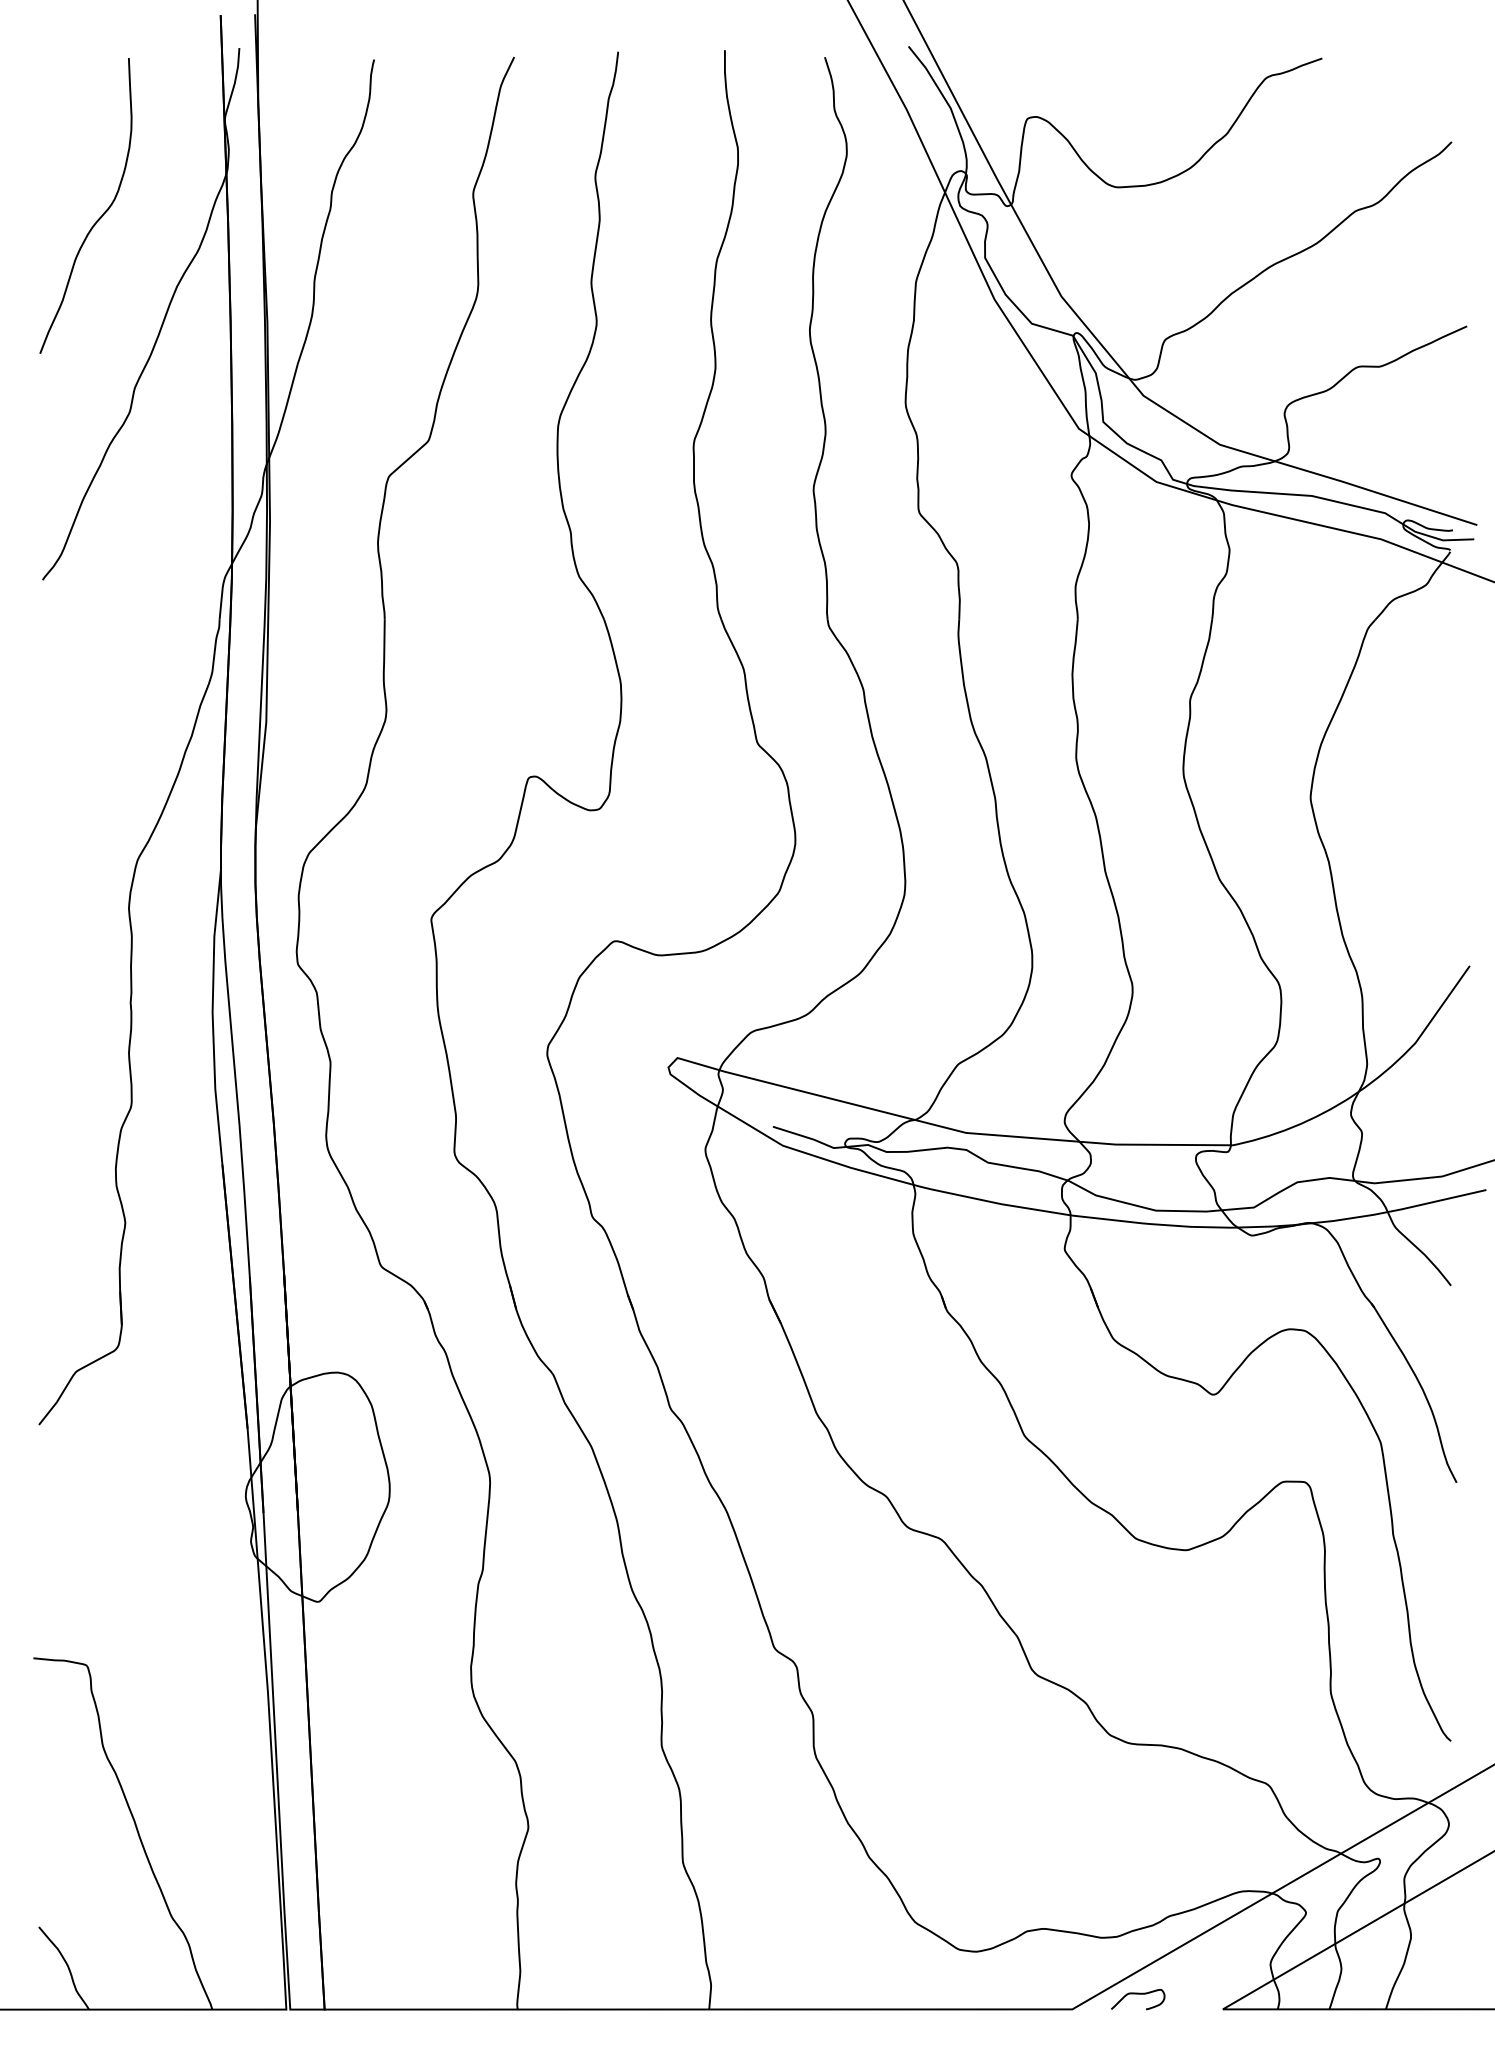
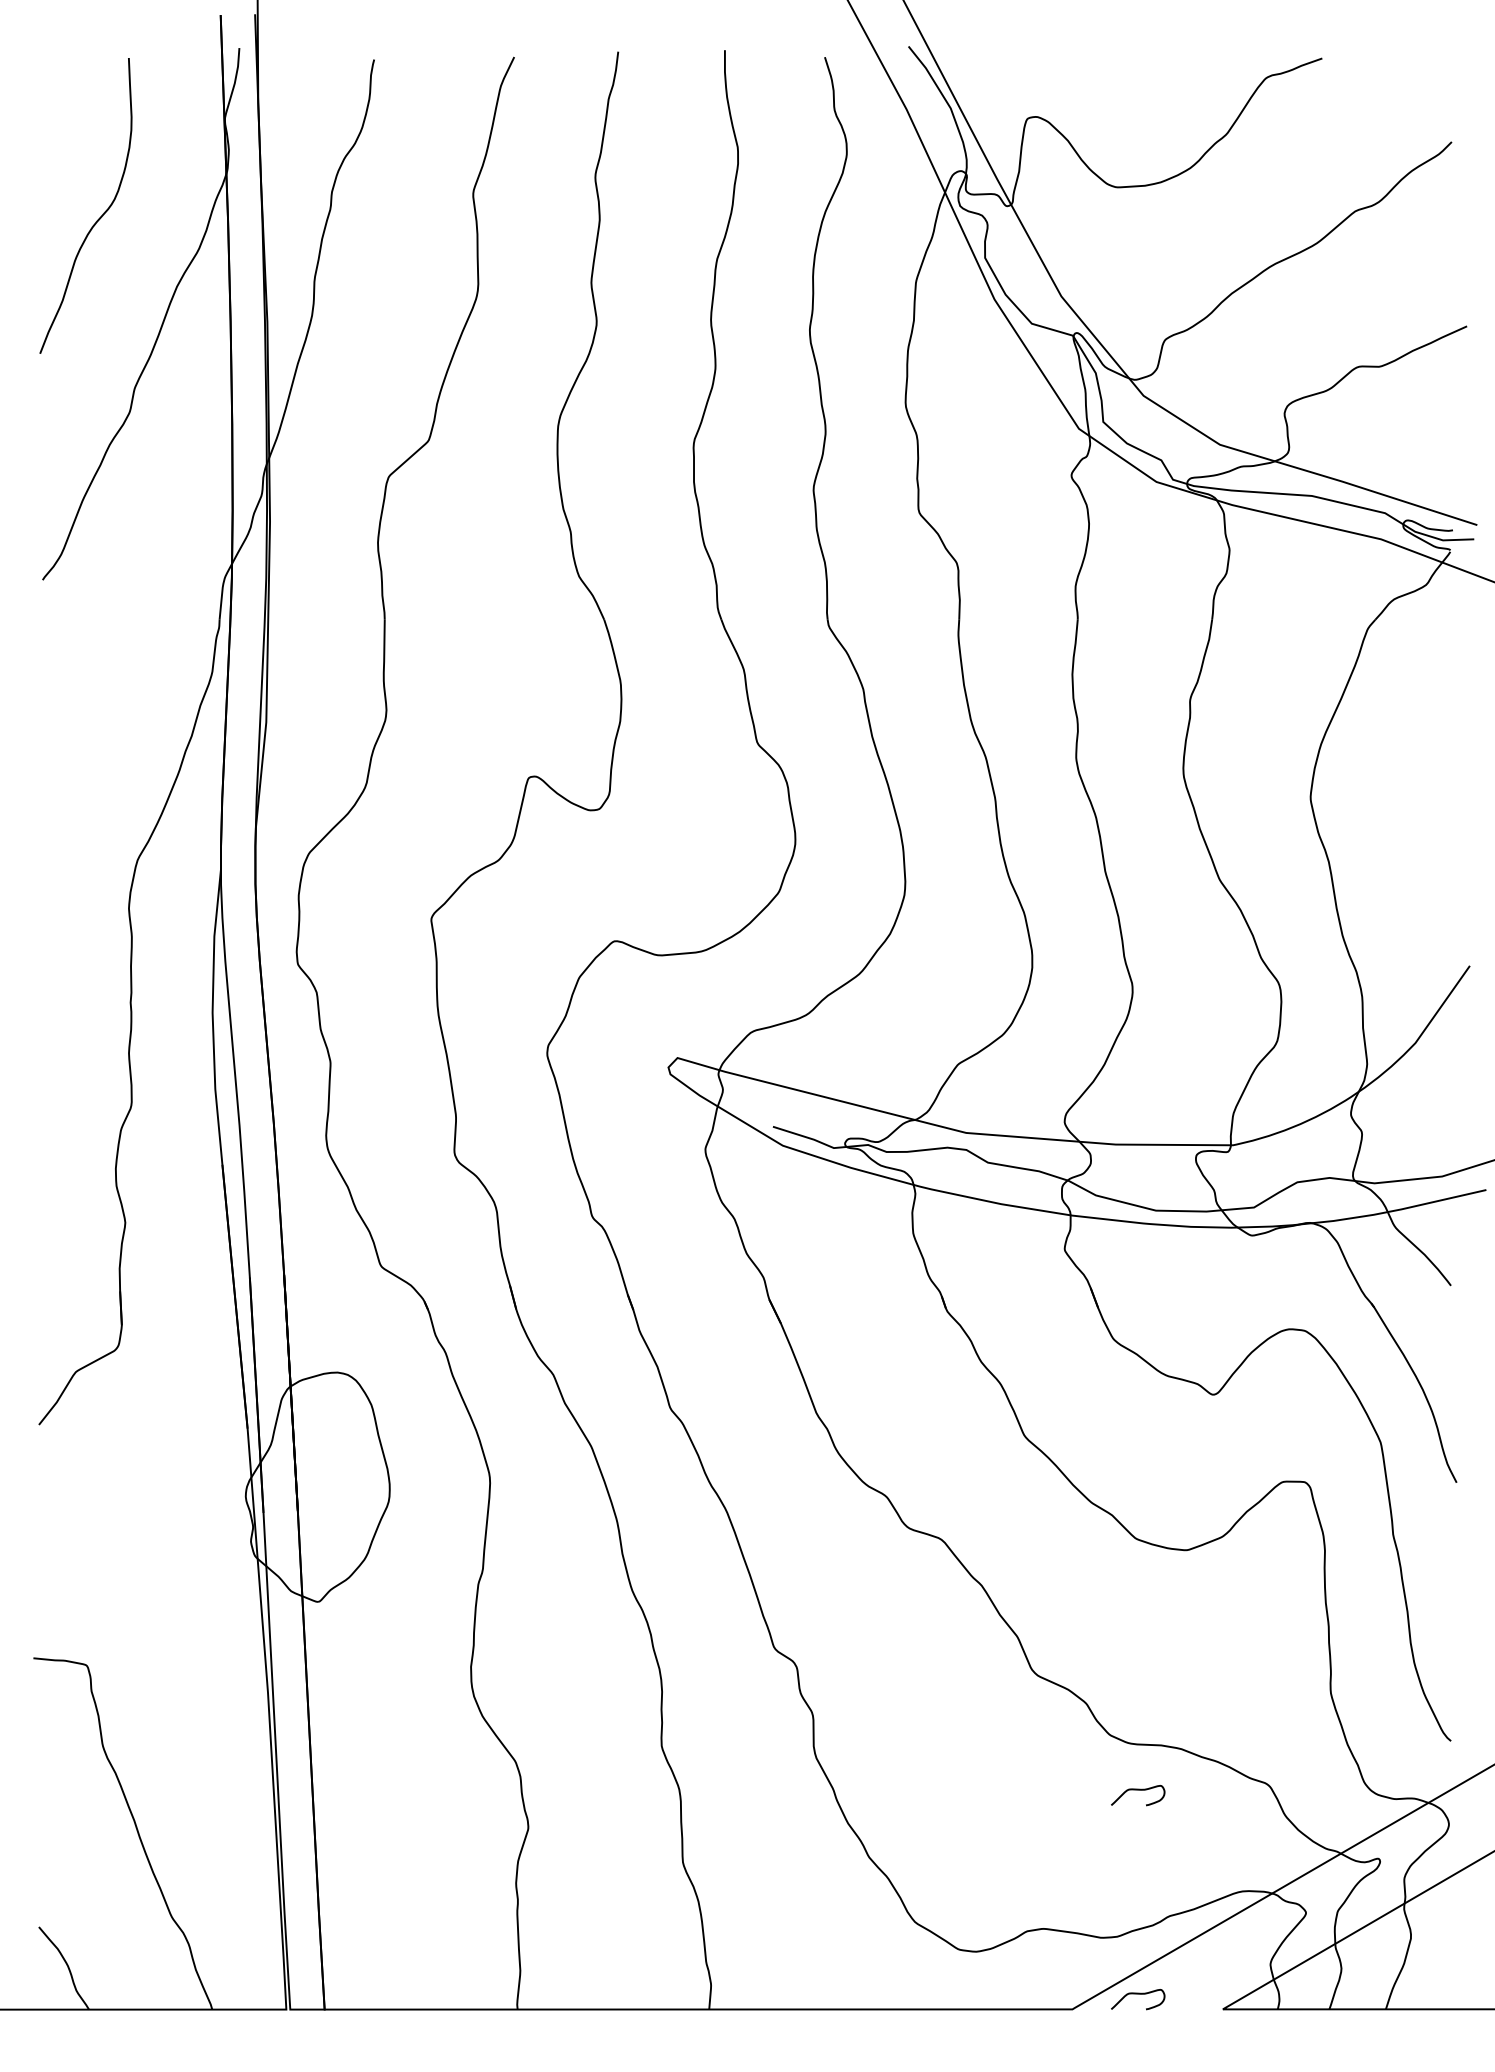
curve at (1138, 1790): none -> present
